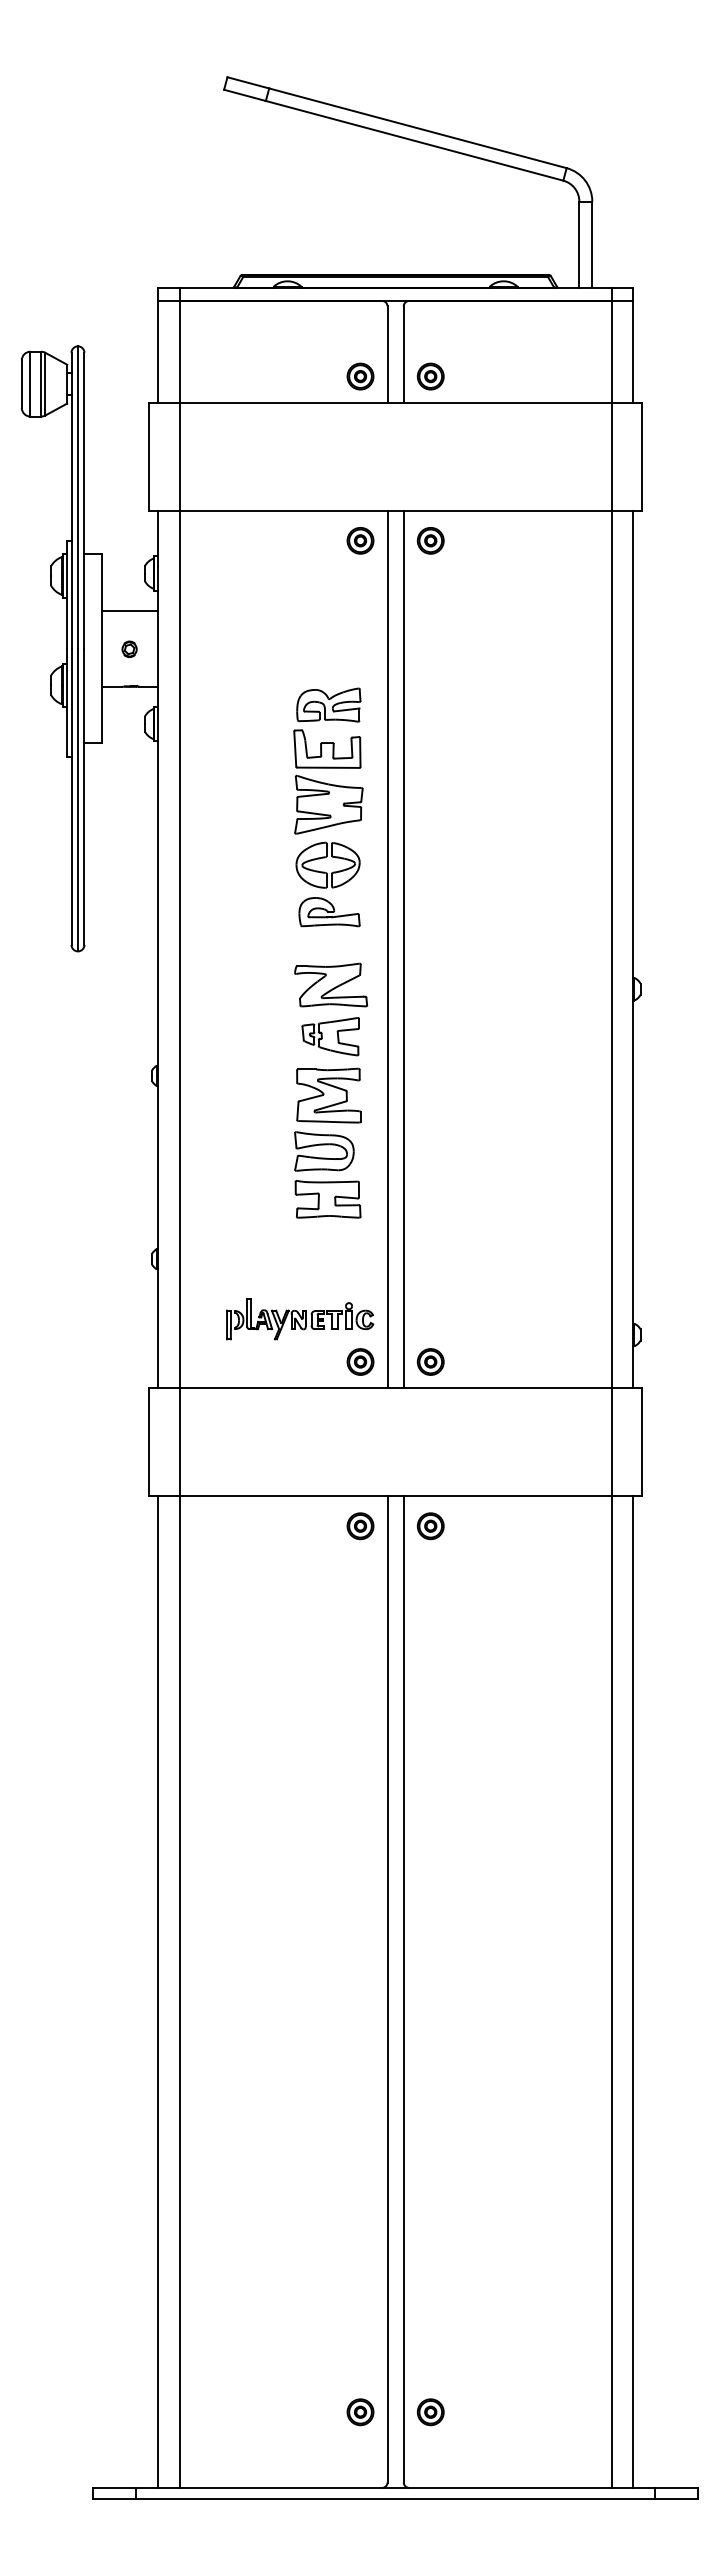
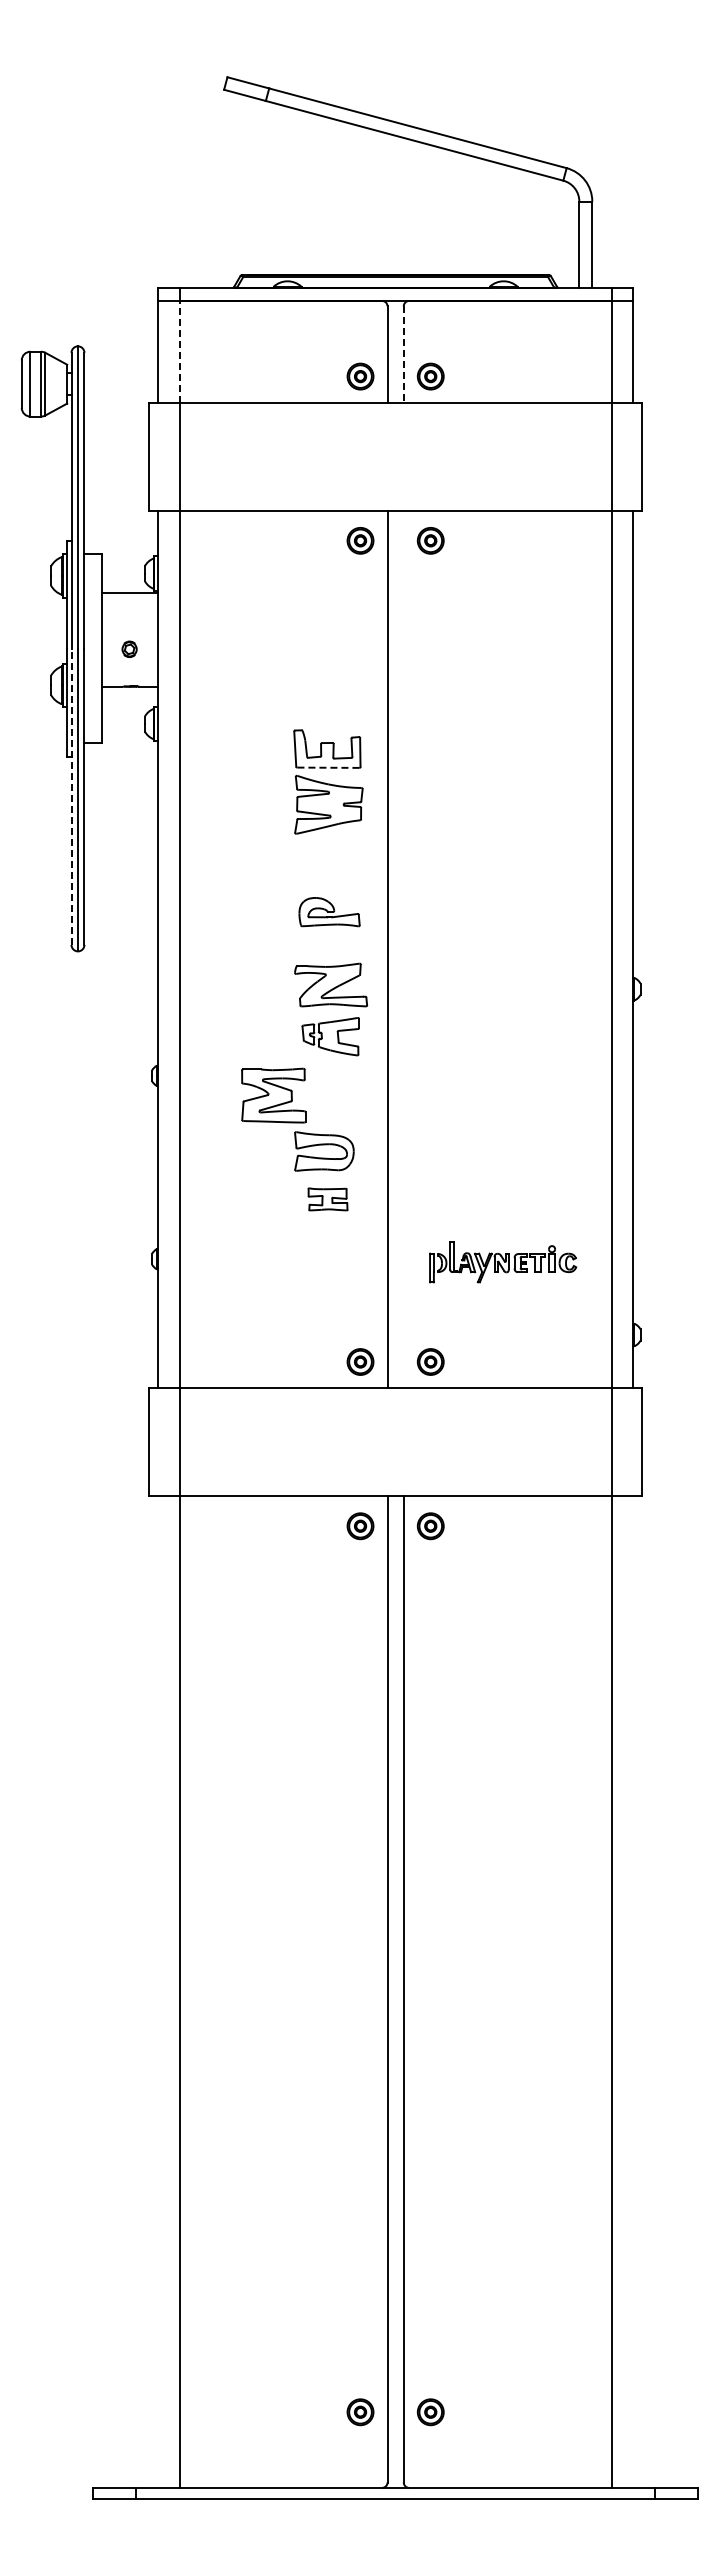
line at (179, 351): solid -> dashed
line at (403, 354): solid -> dashed
line at (129, 611) position: (129, 611) -> (129, 593)
part at (328, 704): present -> none
line at (327, 767): solid -> dashed
line at (71, 796): solid -> dashed
part at (325, 858): present -> none
line at (403, 948): present -> none
part at (328, 1095) position: (328, 1095) -> (273, 1095)
part at (327, 1199) size: 68x39 px -> 42x25 px
part at (300, 1319) position: (300, 1319) -> (503, 1262)
line at (157, 1991): present -> none
line at (633, 1991): present -> none
